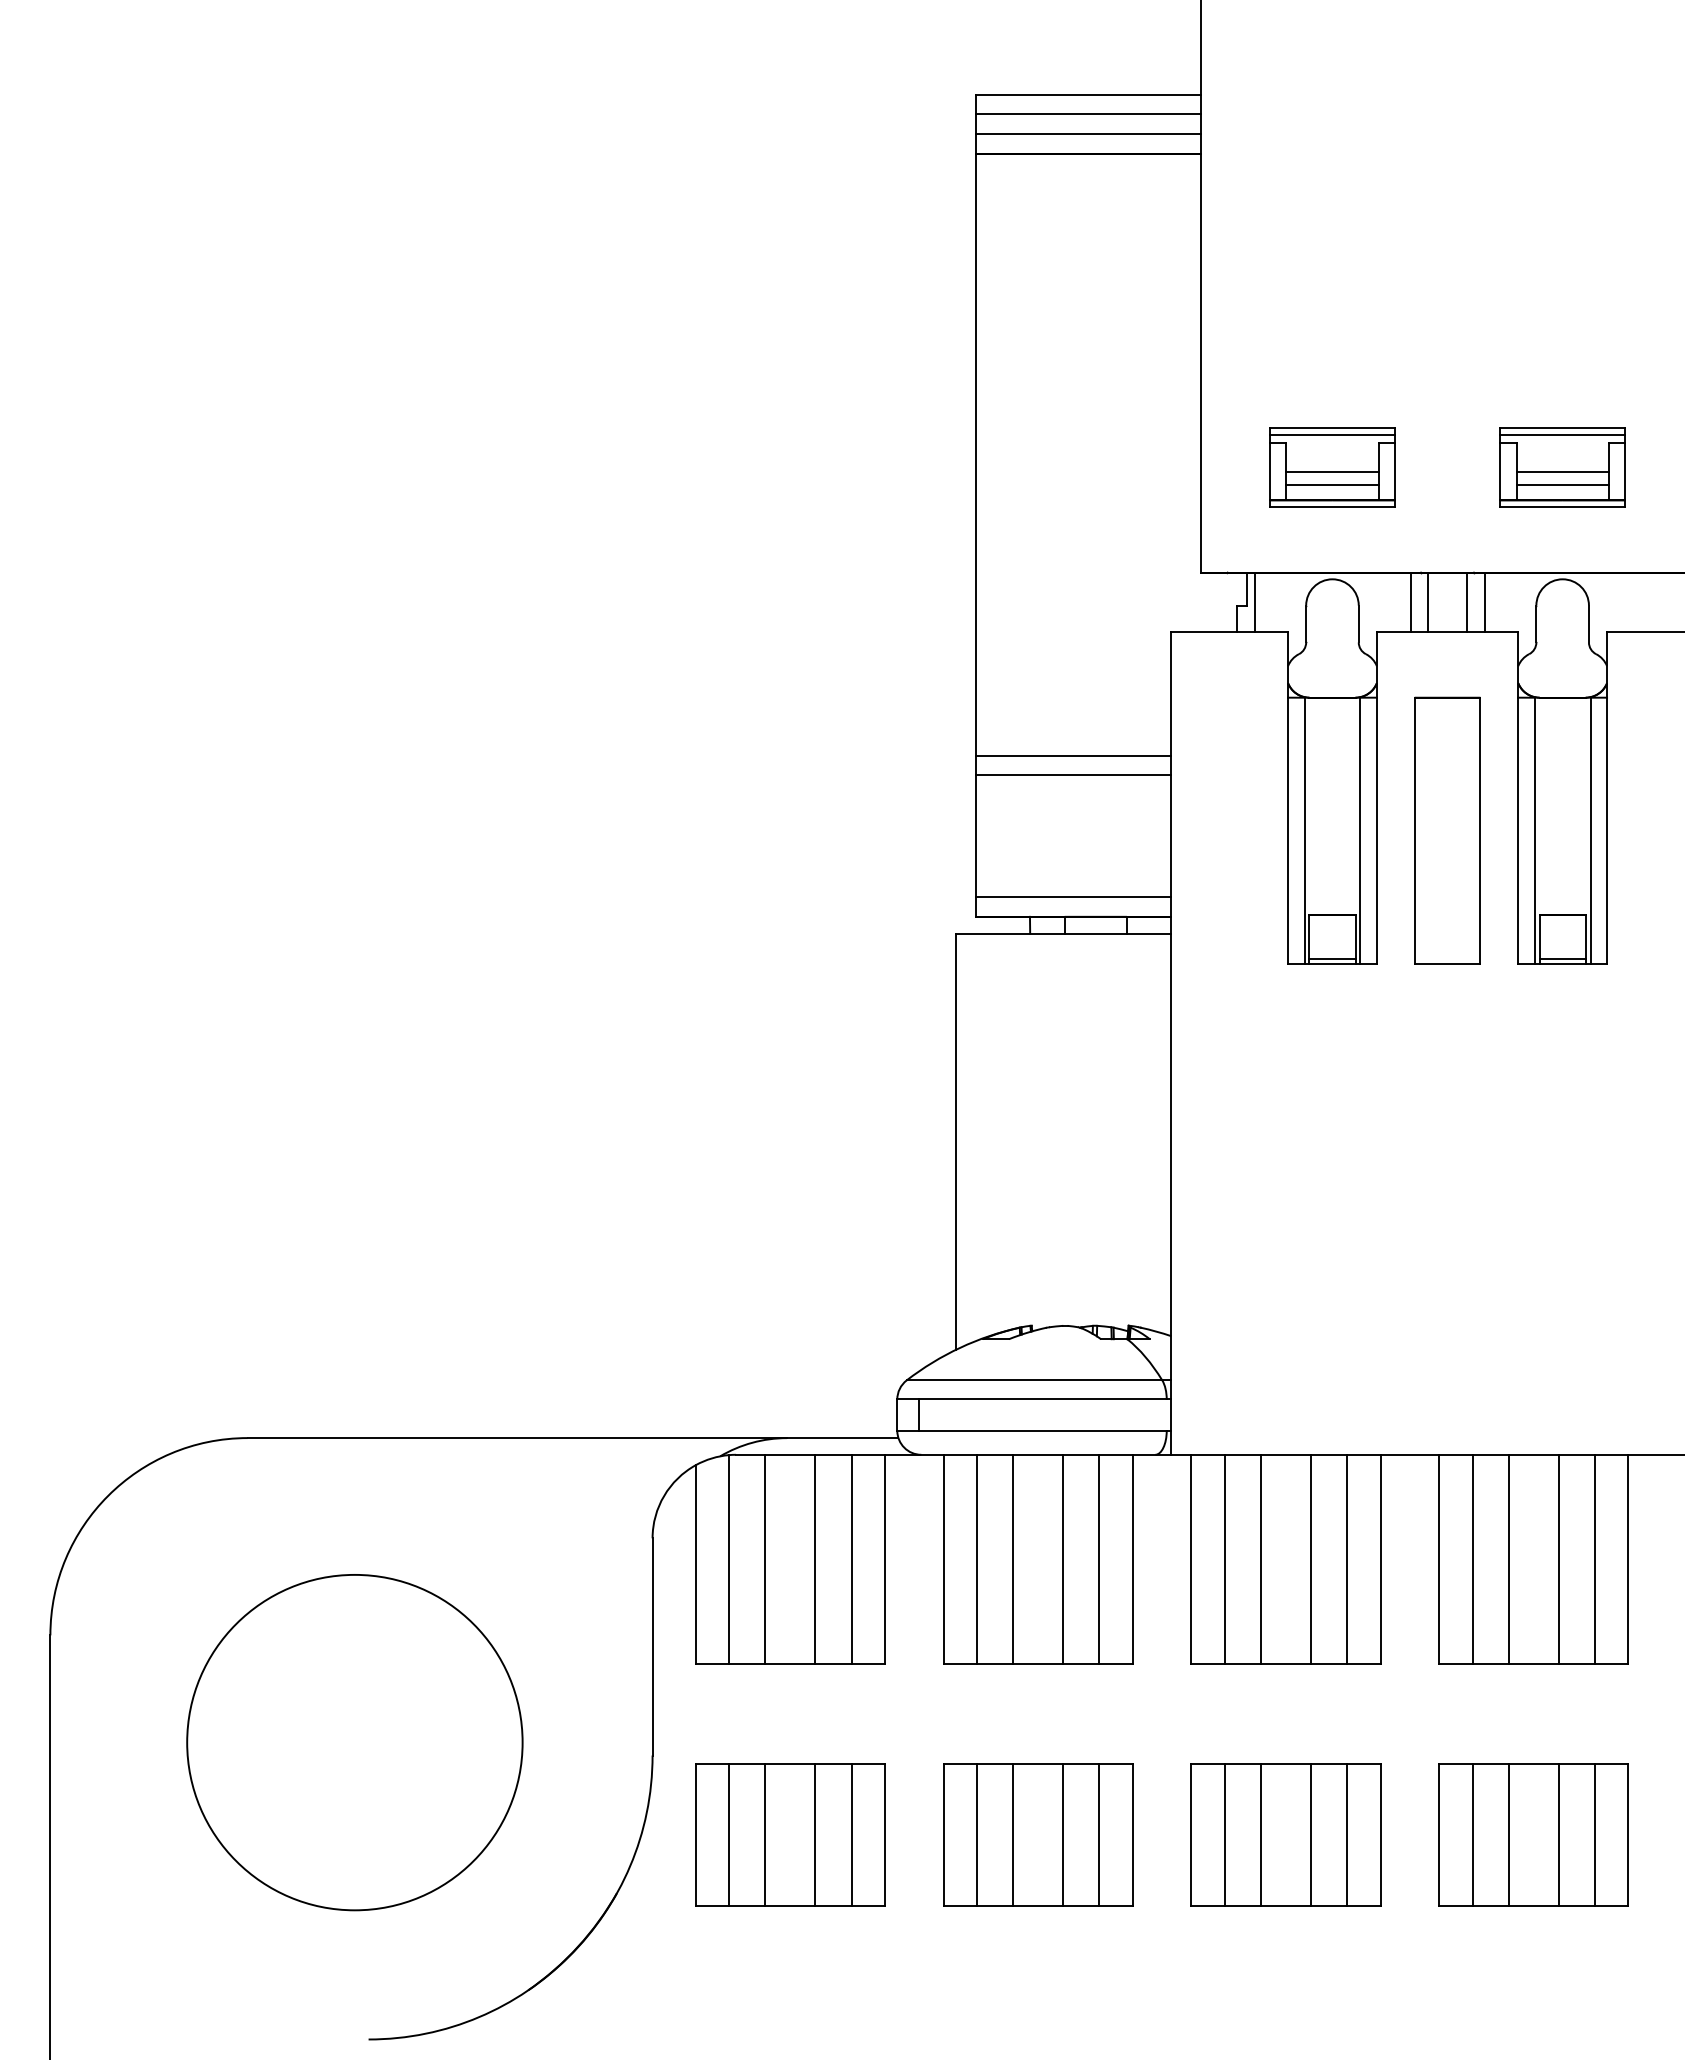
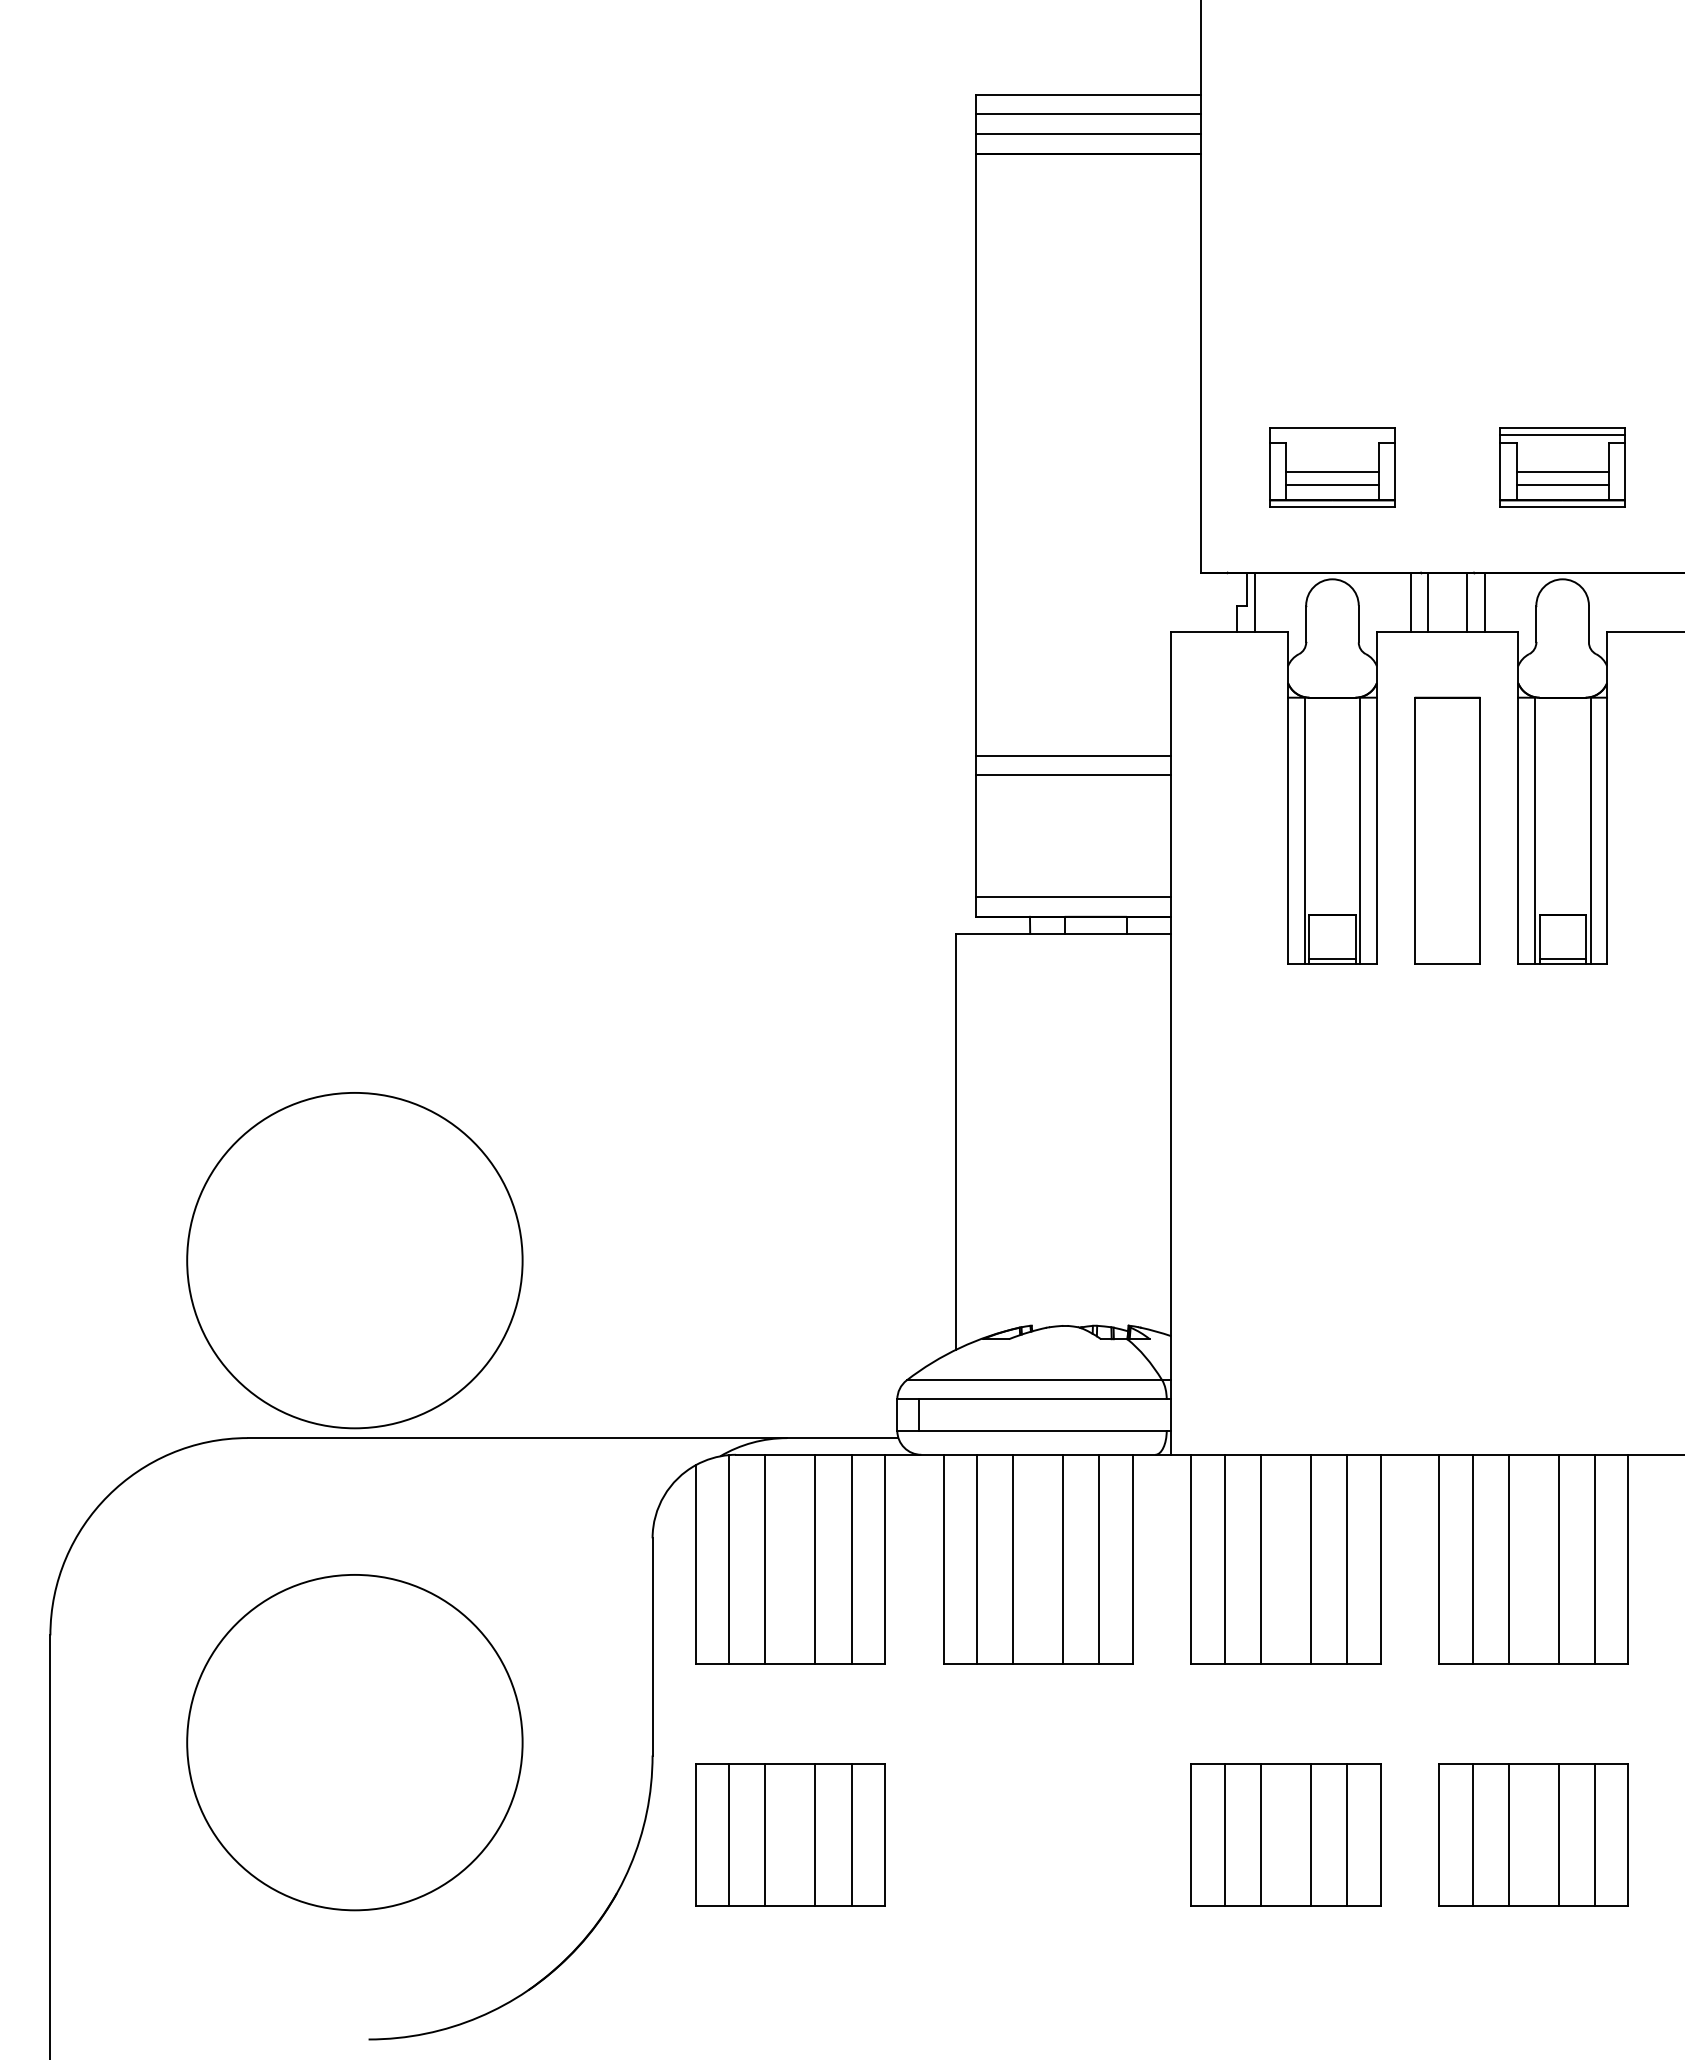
line at (1331, 434): present -> none
circle at (354, 1260): none -> present
part at (1038, 1834): present -> none
